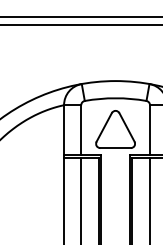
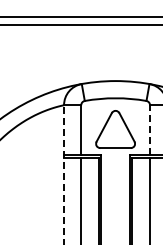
line at (150, 130): solid -> dashed
line at (64, 174): solid -> dashed
